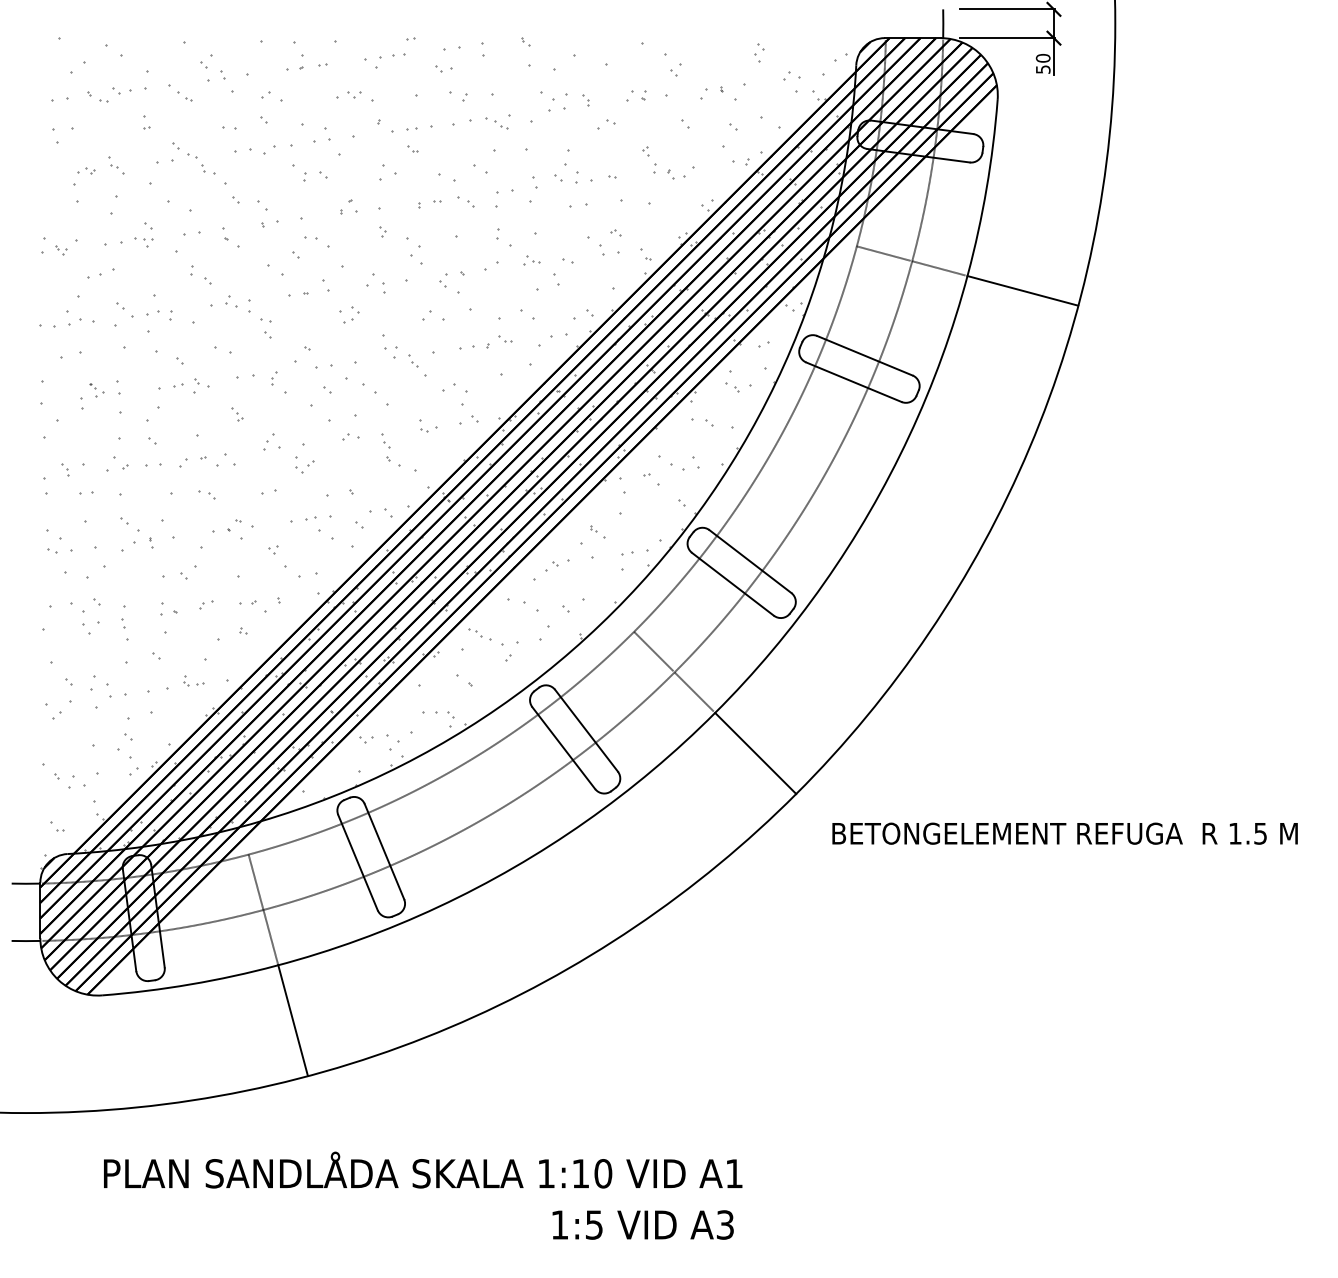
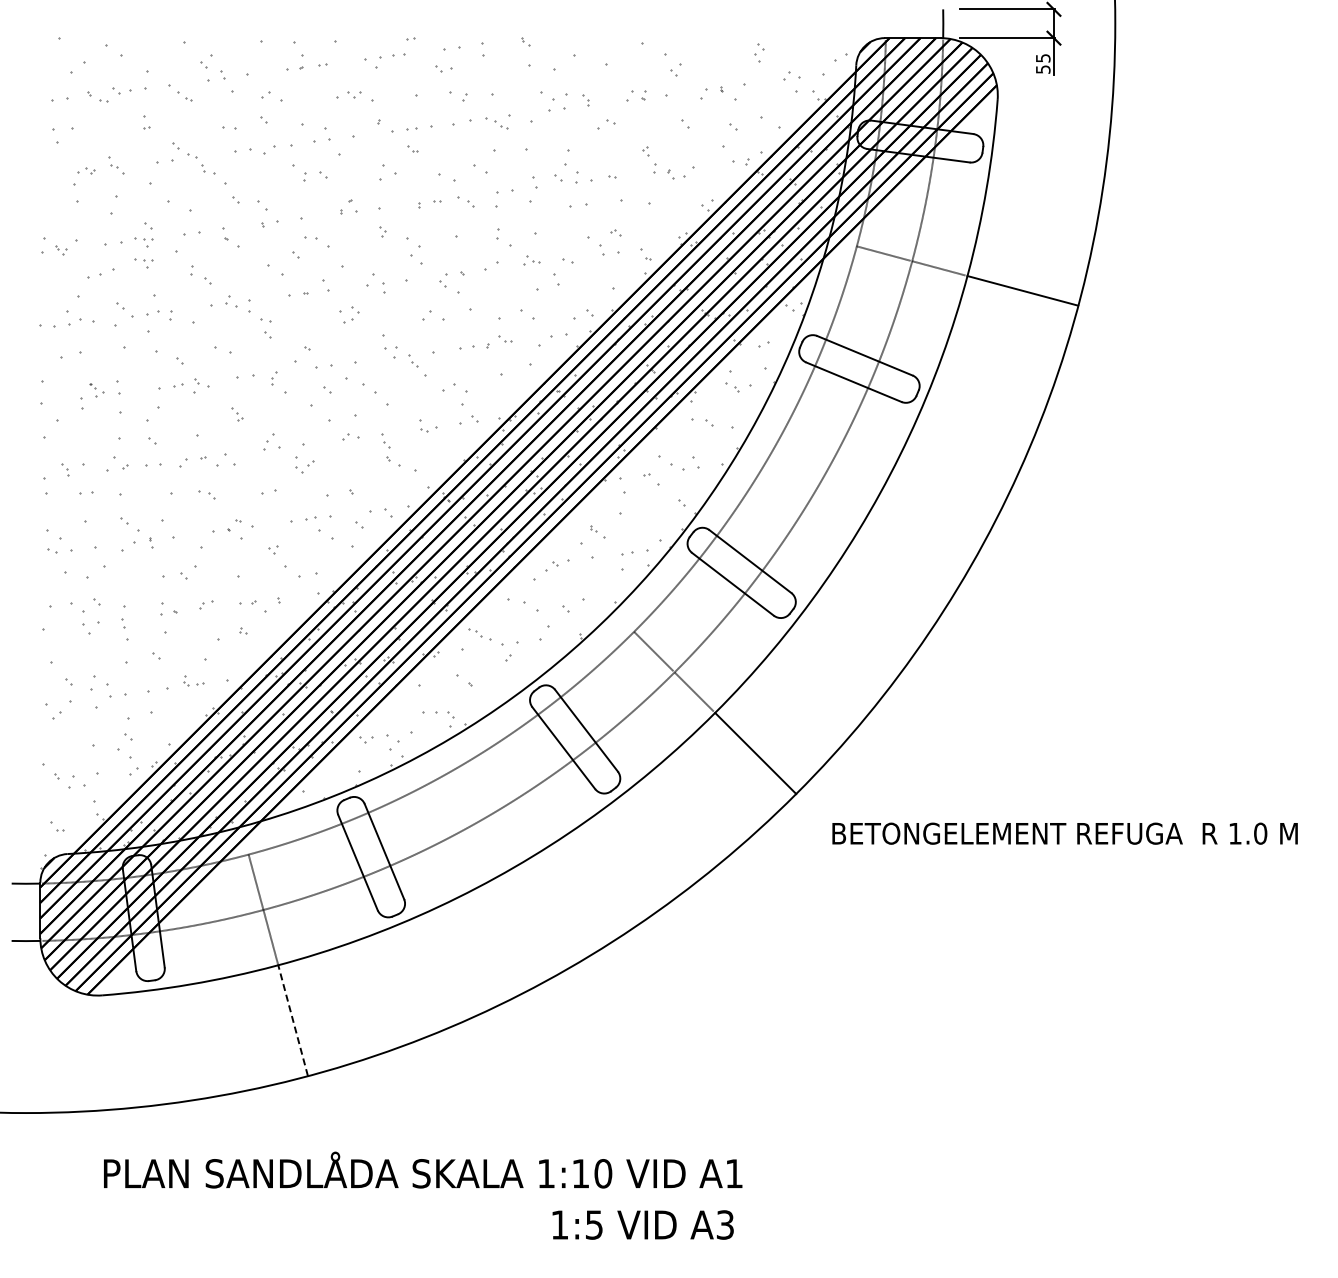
text at (1042, 57): 50 -> 55
part at (143, 263): none -> present
text at (1260, 833): 1.5 -> 1.0
line at (292, 1020): solid -> dashed
